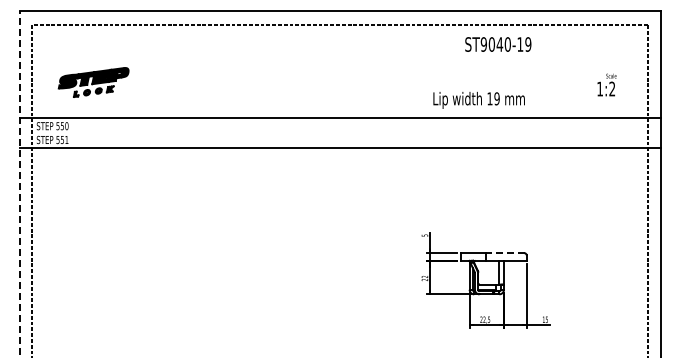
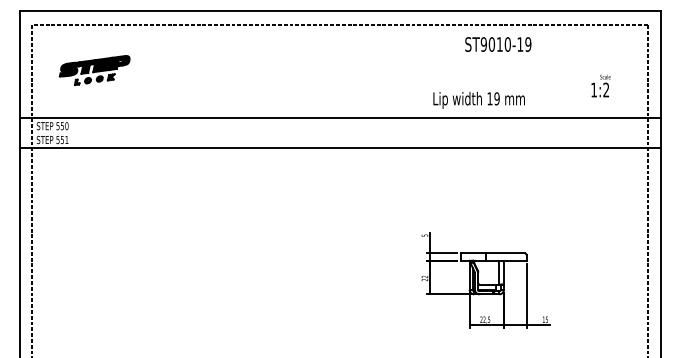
text at (499, 44): ST9040-19 -> ST9010-19
part at (93, 82) position: (93, 82) -> (94, 70)
text at (606, 84) position: (606, 84) -> (600, 85)
line at (20, 183): dashed -> solid
line at (504, 253): dashed -> solid
